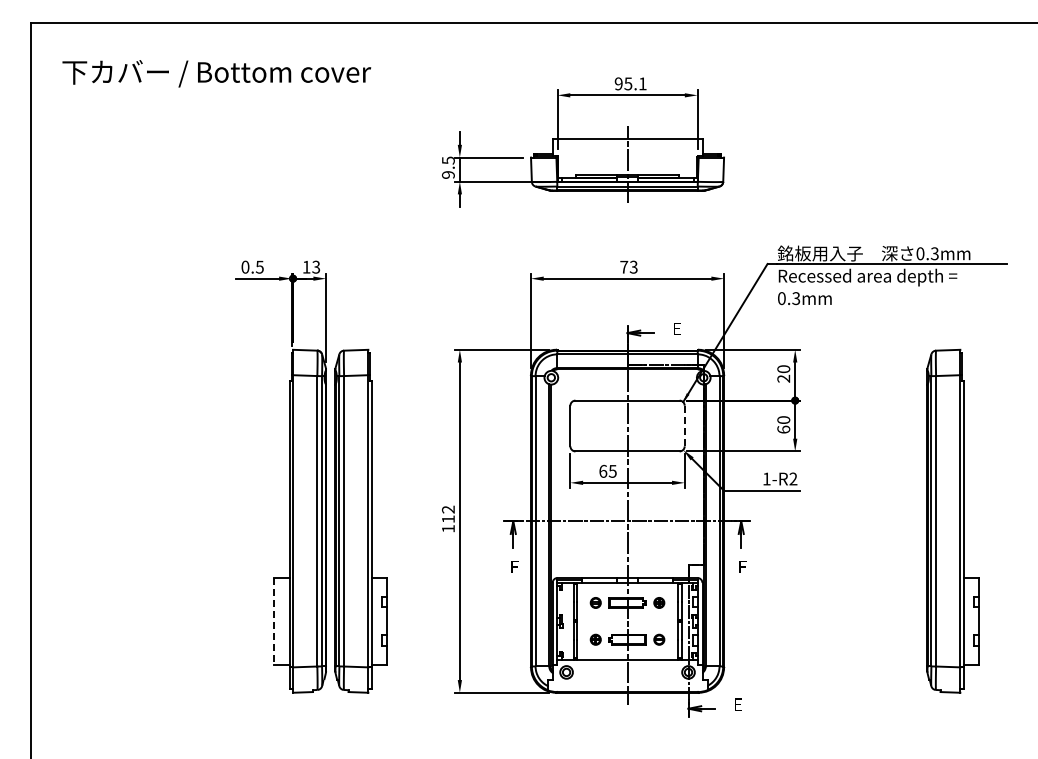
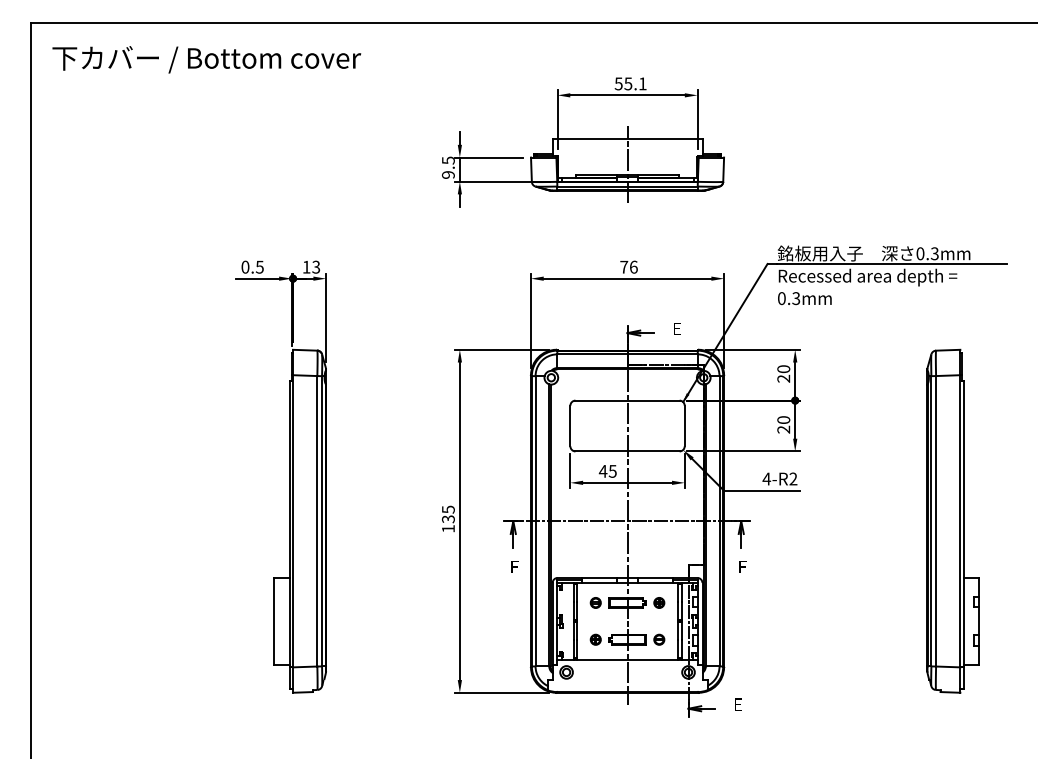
text at (216, 73) position: (216, 73) -> (206, 59)
text at (618, 83): 95.1 -> 55.1
text at (633, 266): 73 -> 76
line at (684, 426): dashed -> solid
text at (783, 429): 60 -> 20
text at (602, 470): 65 -> 45
text at (766, 478): 1-R2 -> 4-R2
text at (447, 514): 112 -> 135
part at (360, 520): present -> none
line at (274, 621): dashed -> solid
